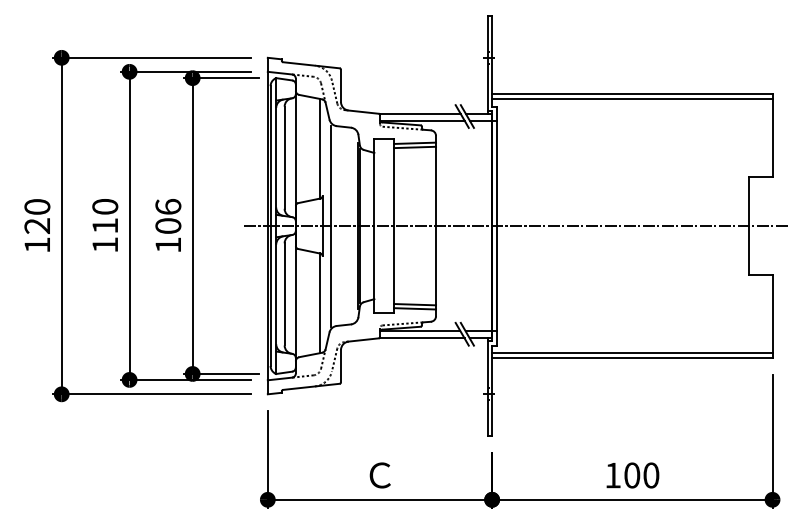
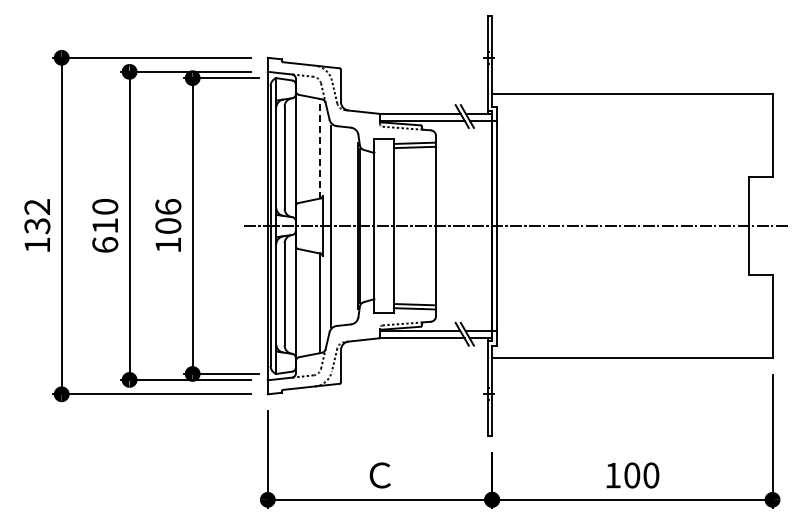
line at (632, 98): present -> none
line at (319, 148): solid -> dashed
text at (37, 216): 120 -> 132
text at (105, 244): 110 -> 610
line at (632, 353): present -> none
